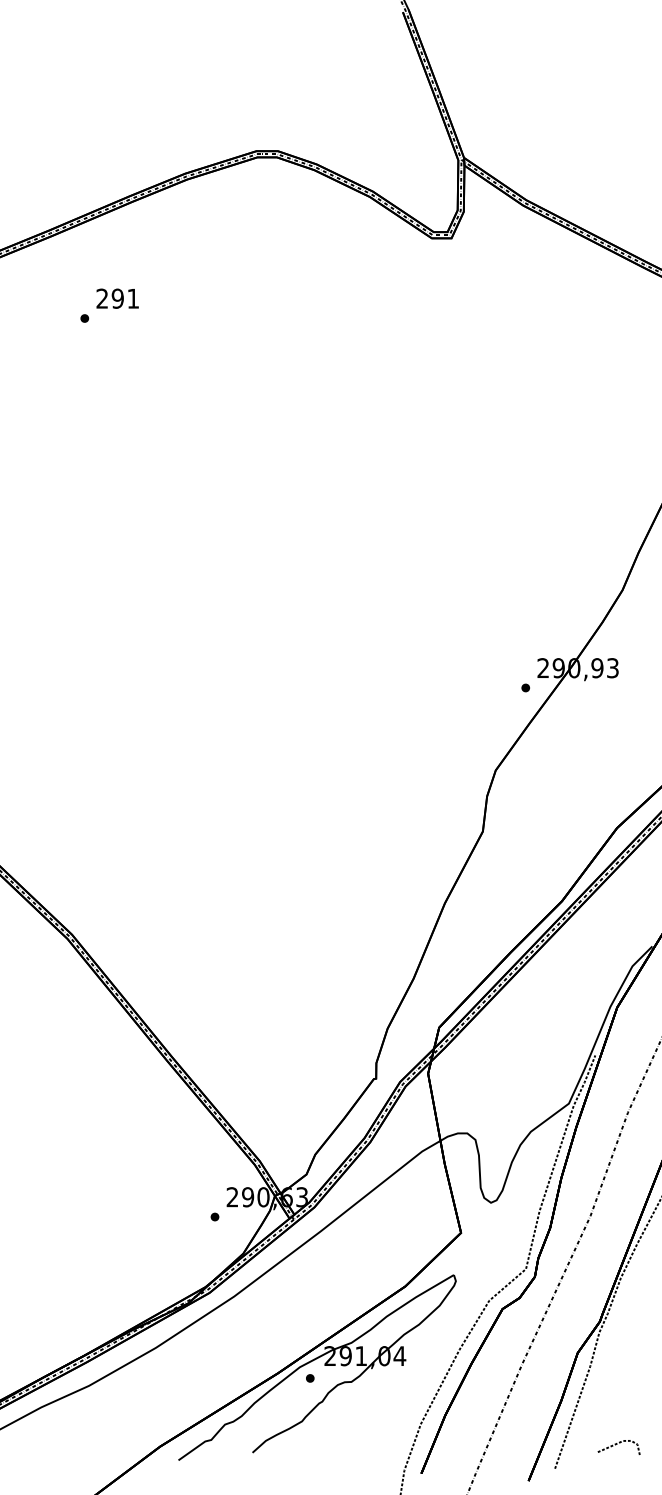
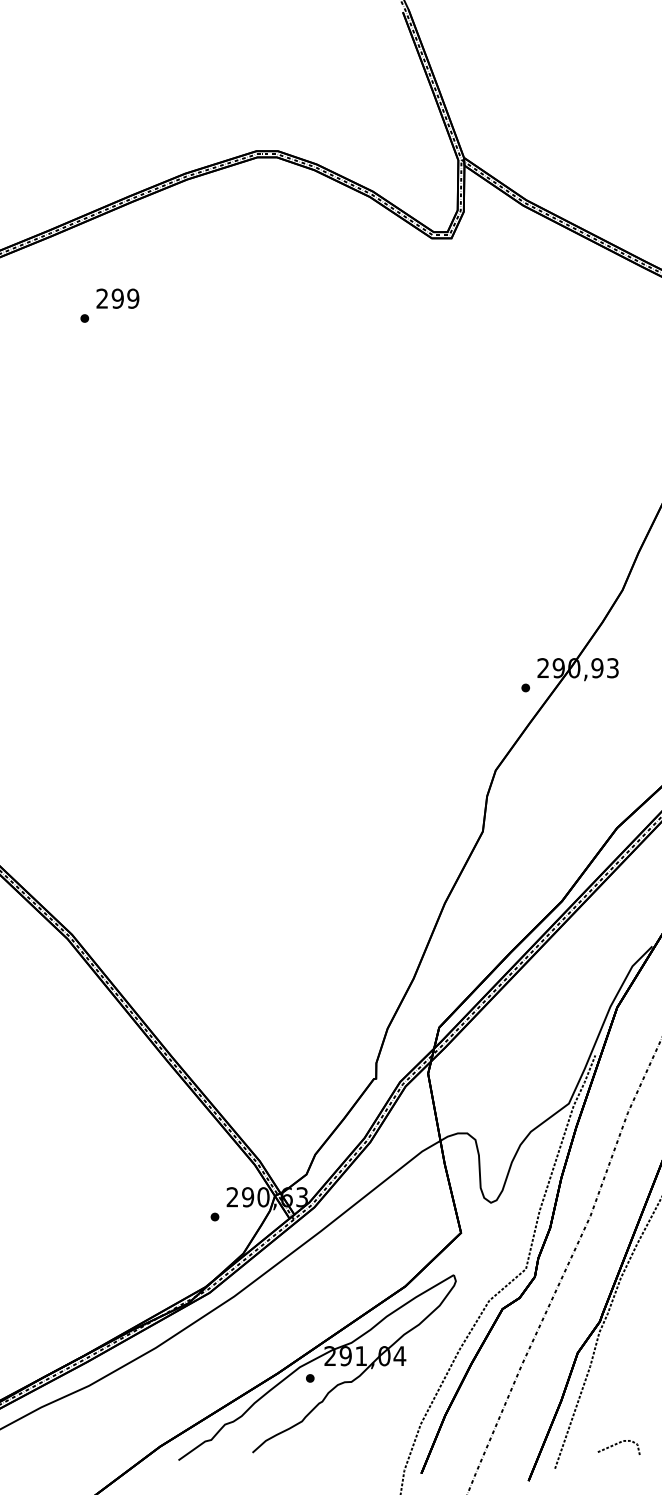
text at (133, 298): 291 -> 299
